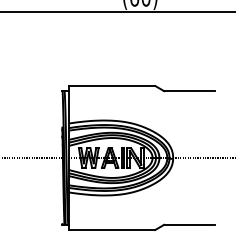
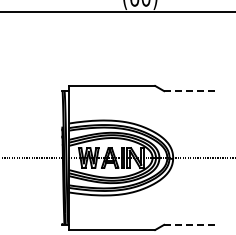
line at (189, 91): solid -> dashed
line at (189, 224): solid -> dashed
